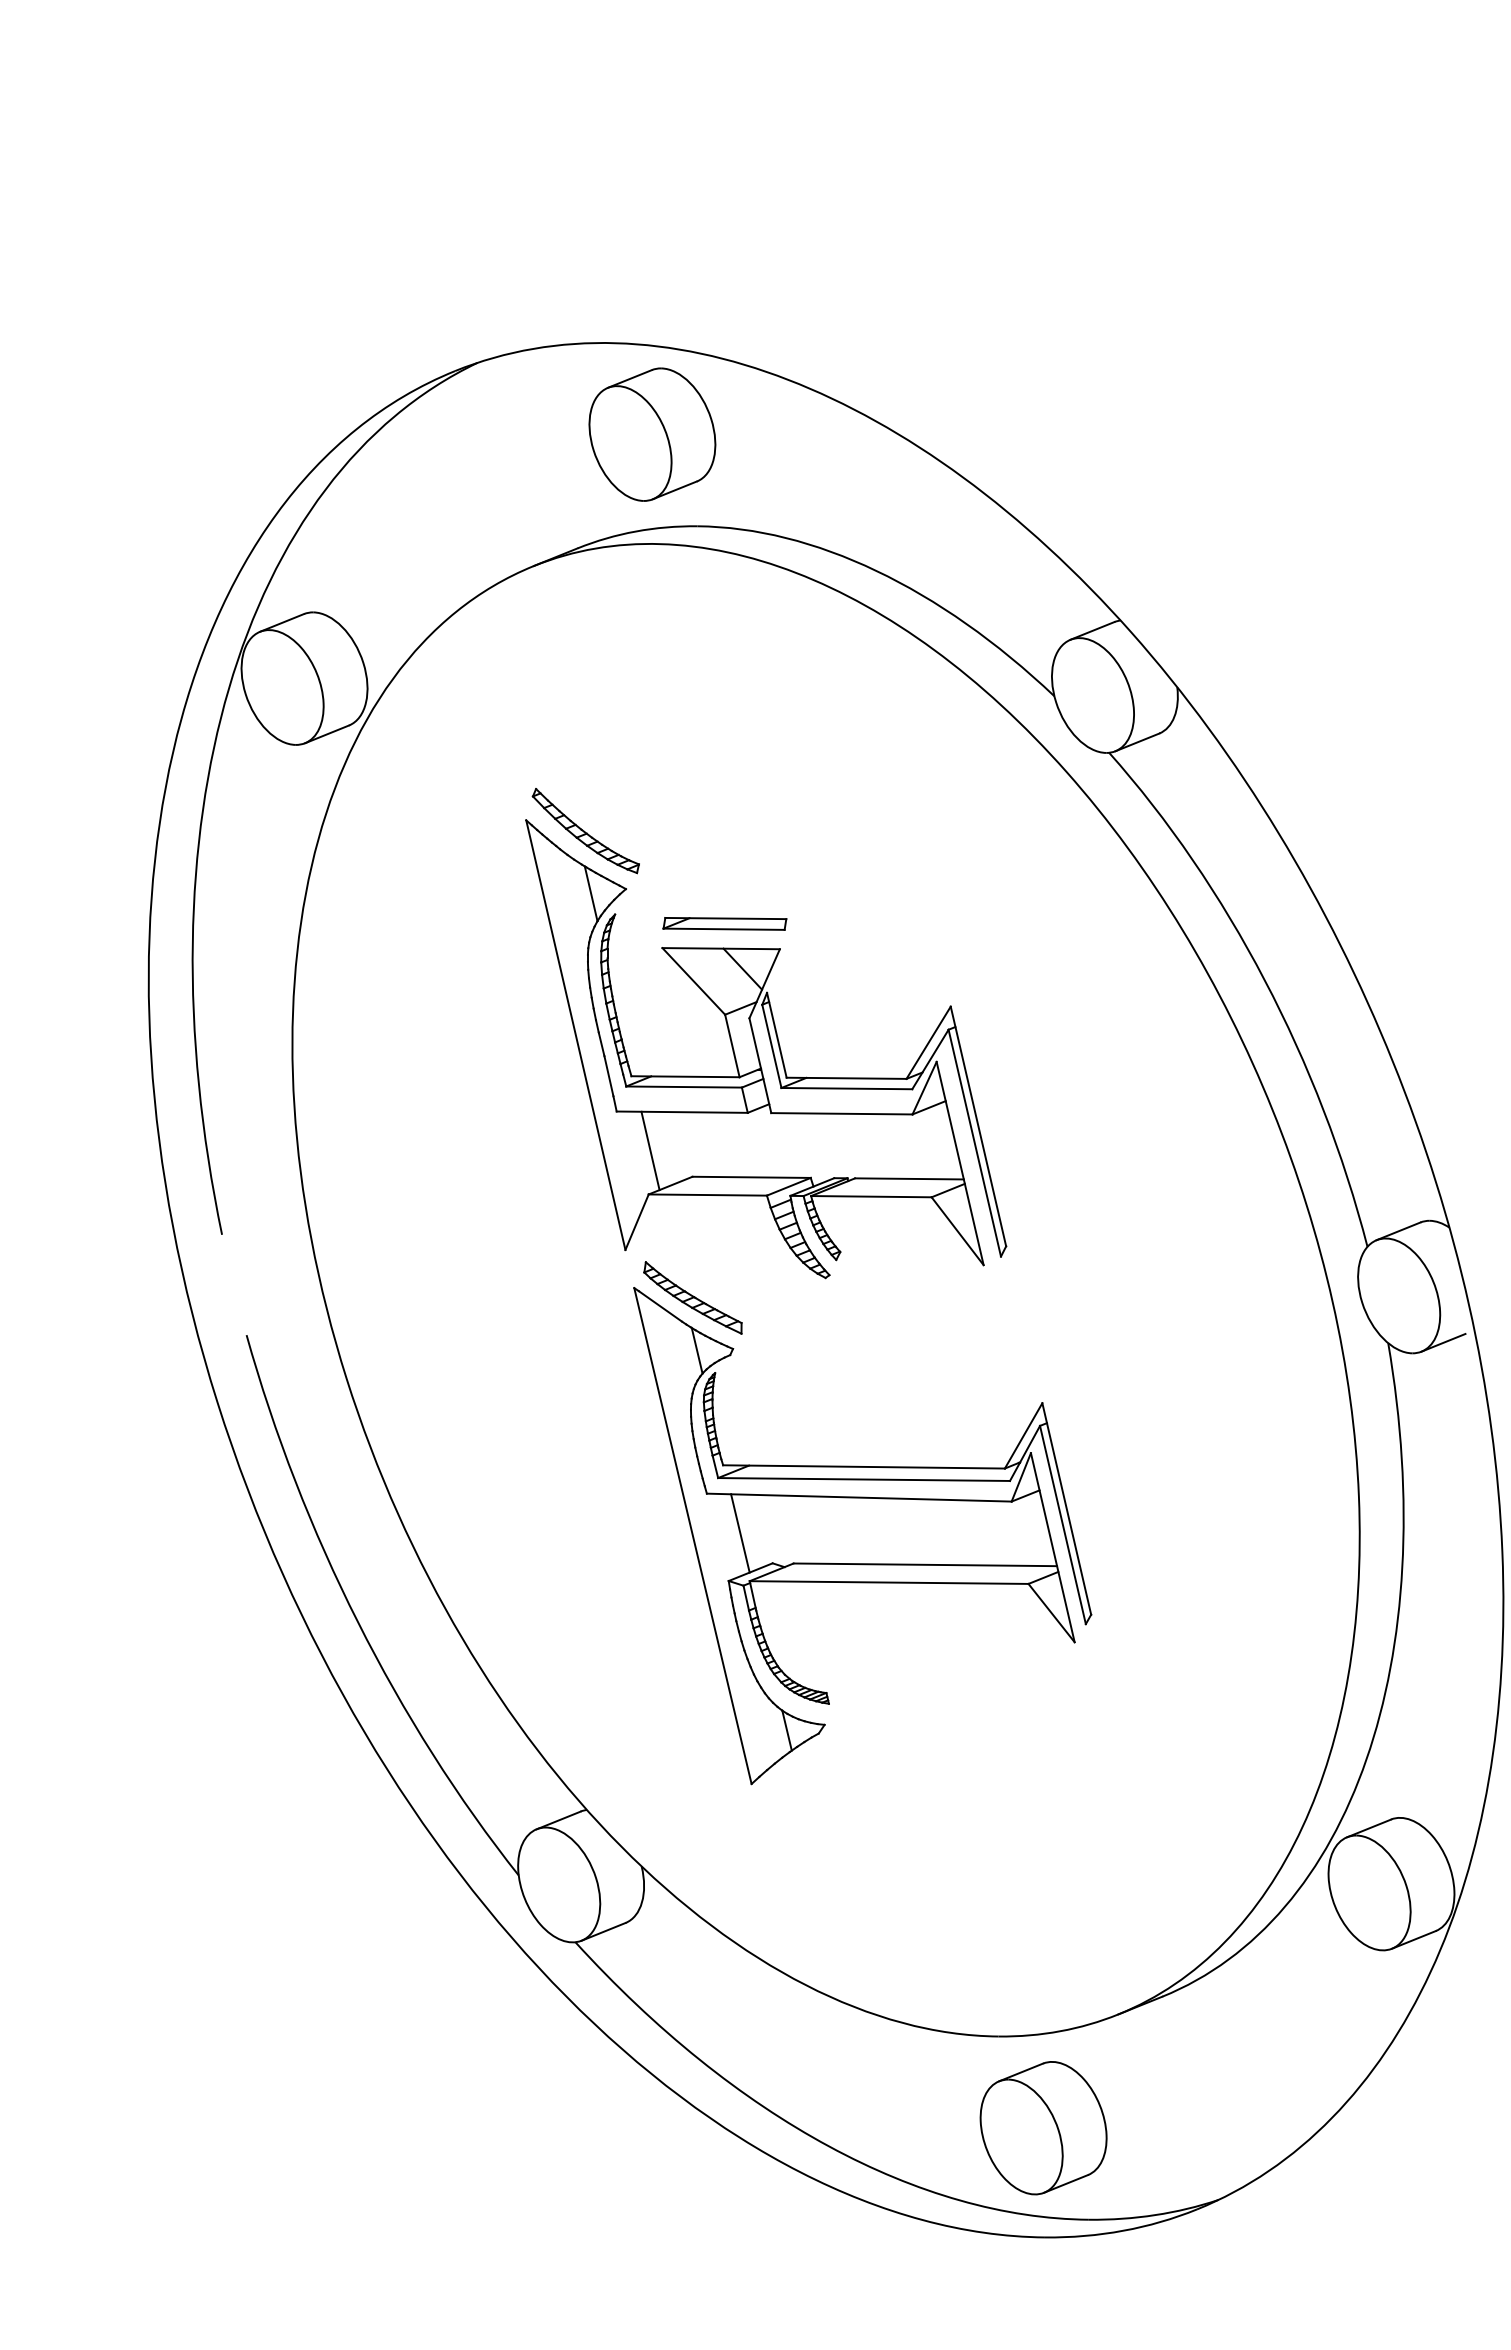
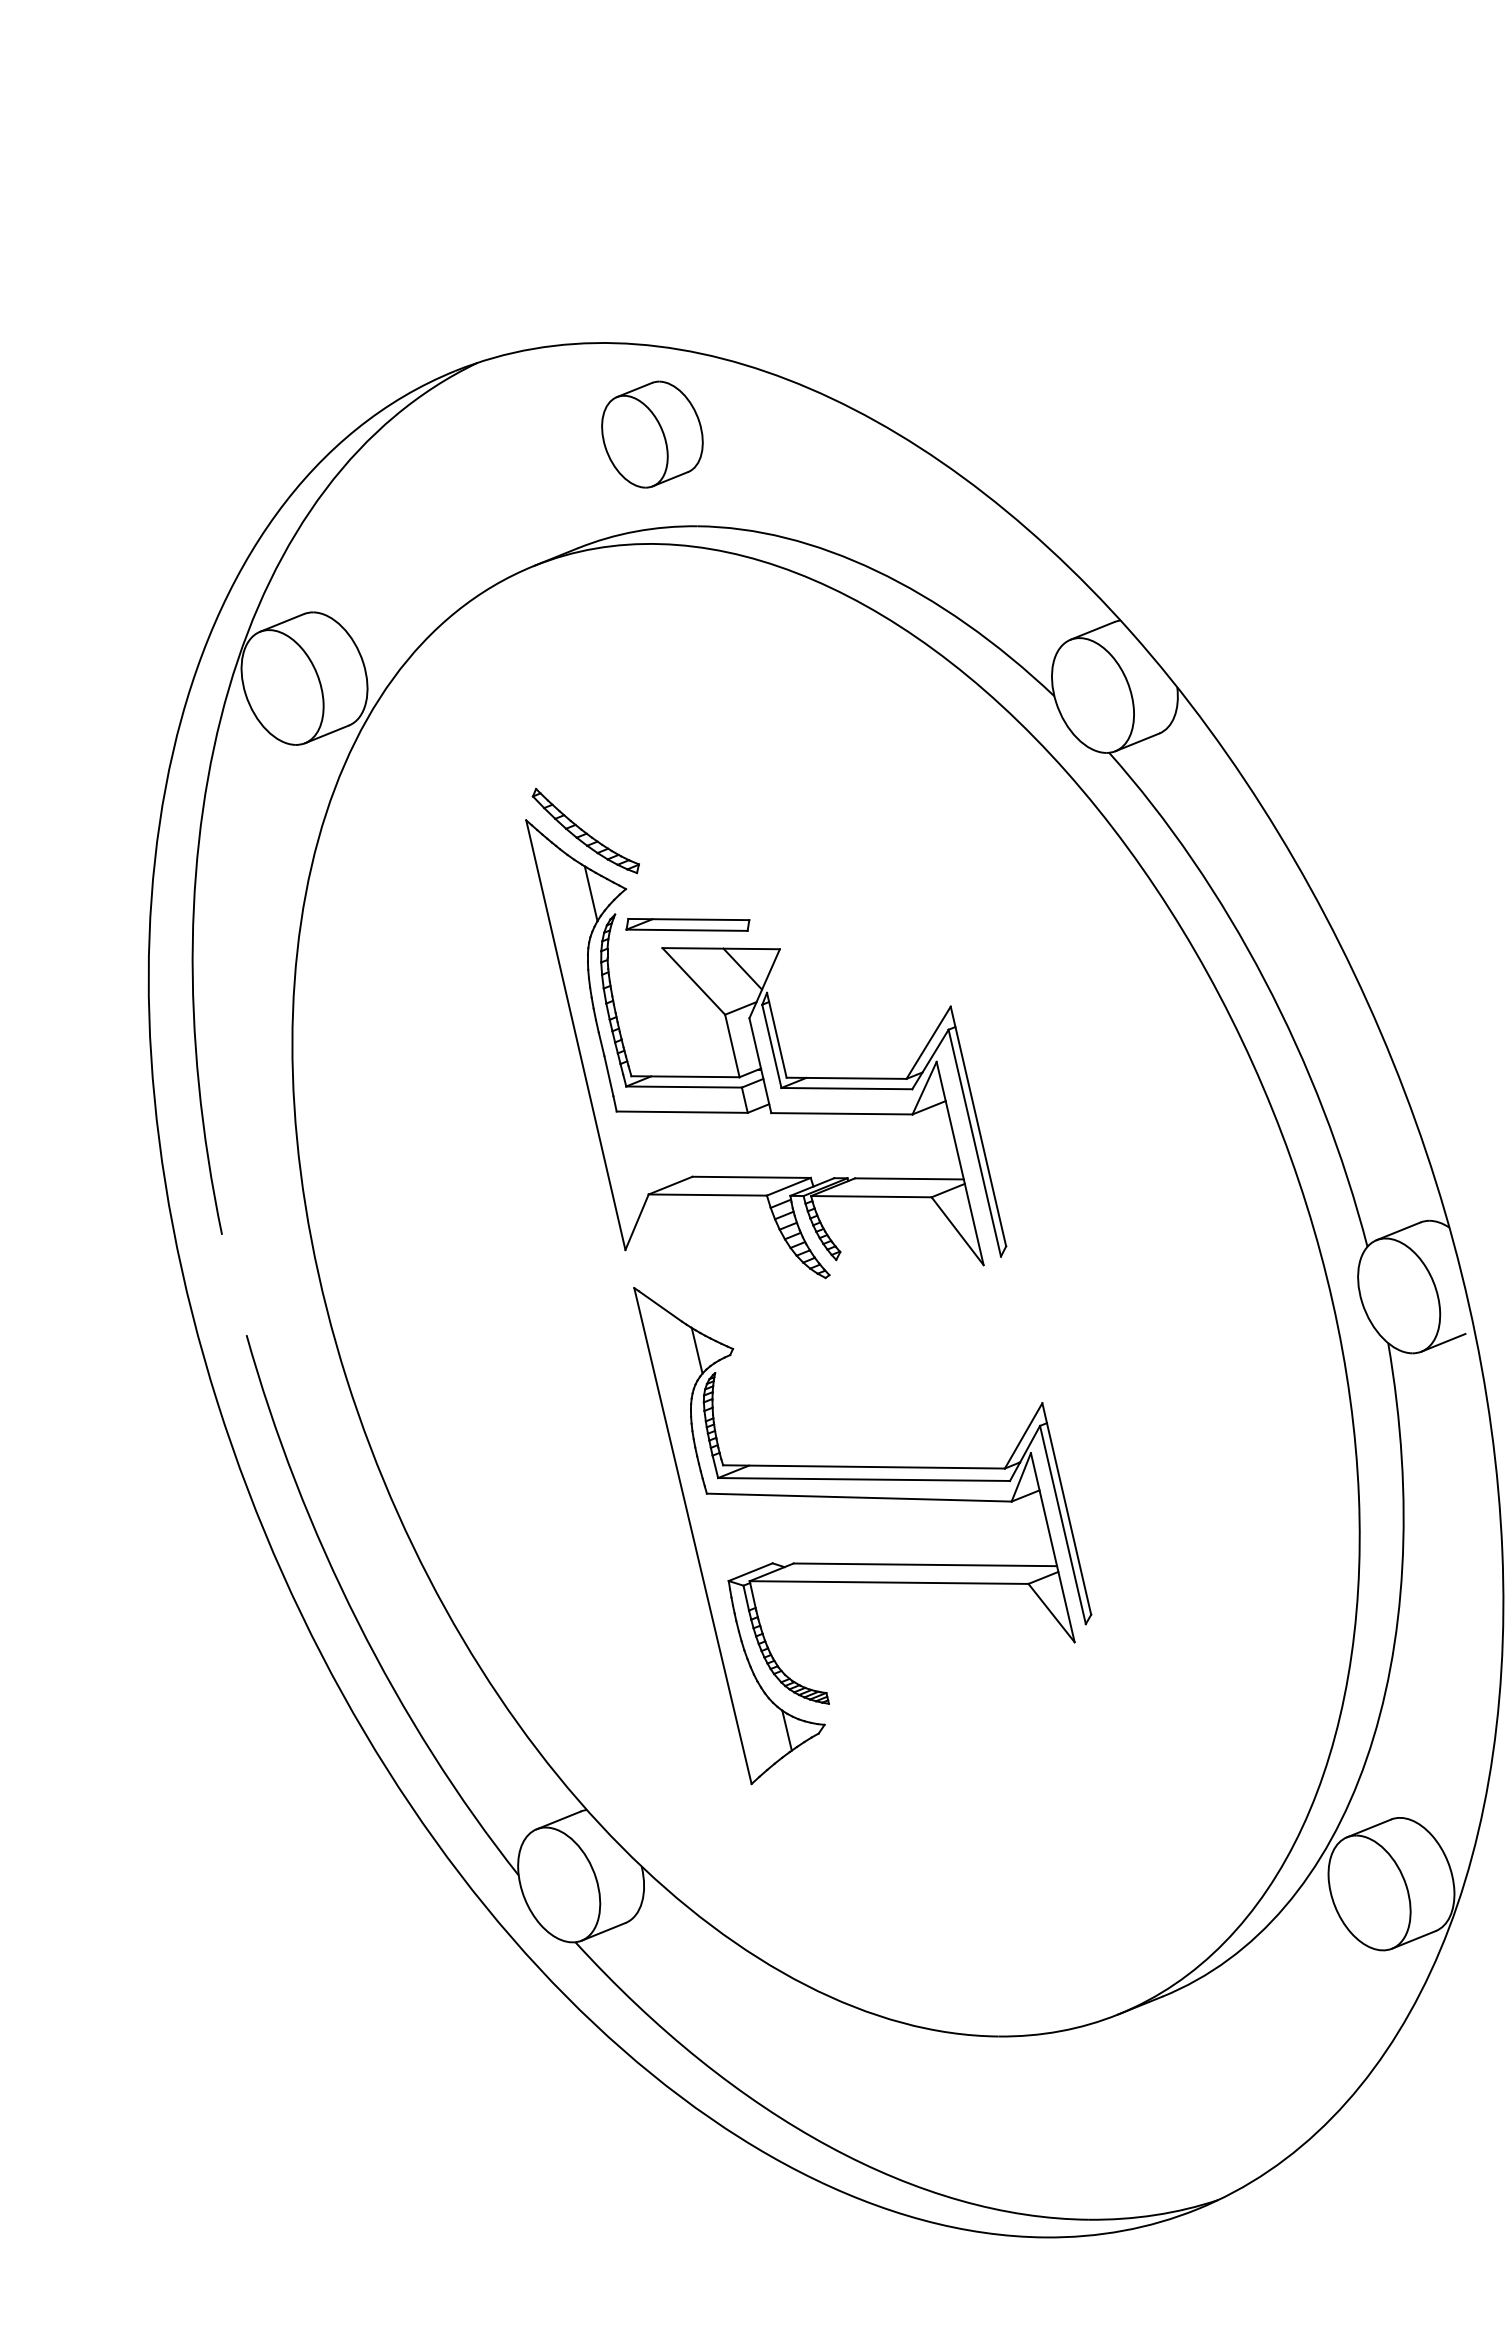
part at (652, 434) size: 129x135 px -> 103x109 px
part at (724, 923) position: (724, 923) -> (687, 924)
line at (650, 1150): present -> none
part at (692, 1297): present -> none
line at (740, 1533): present -> none
part at (1043, 2128): present -> none
